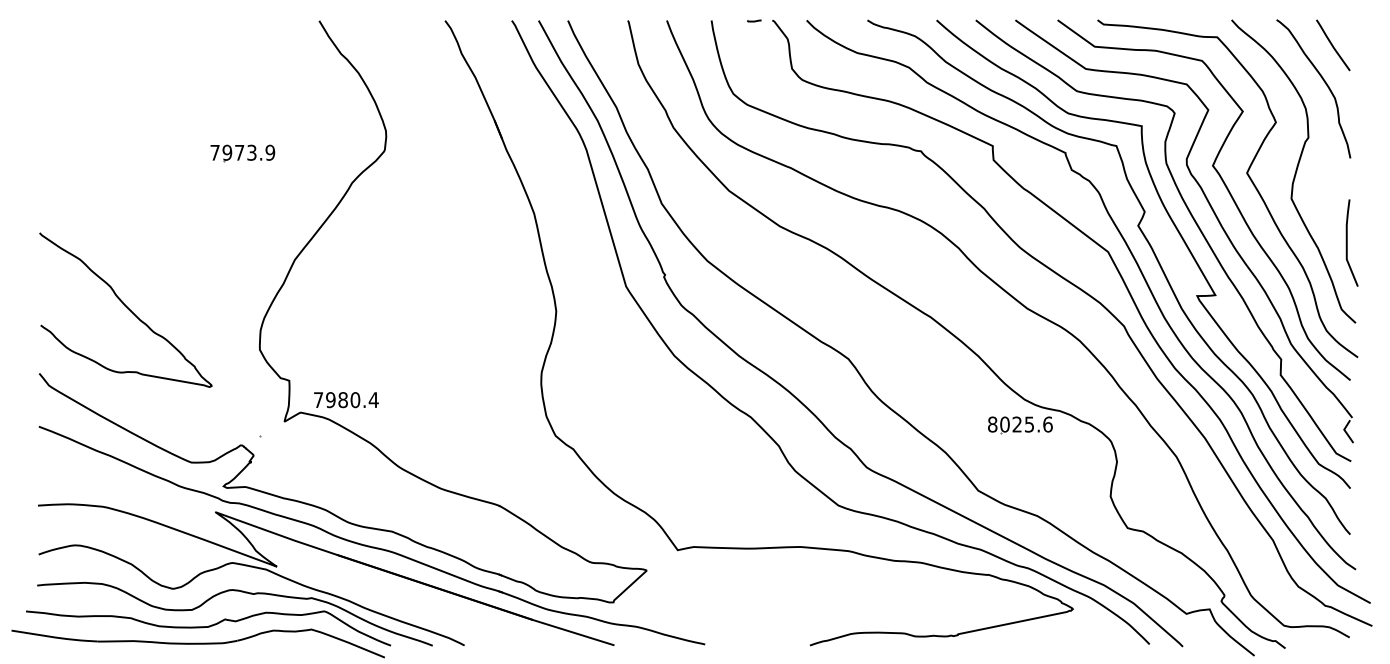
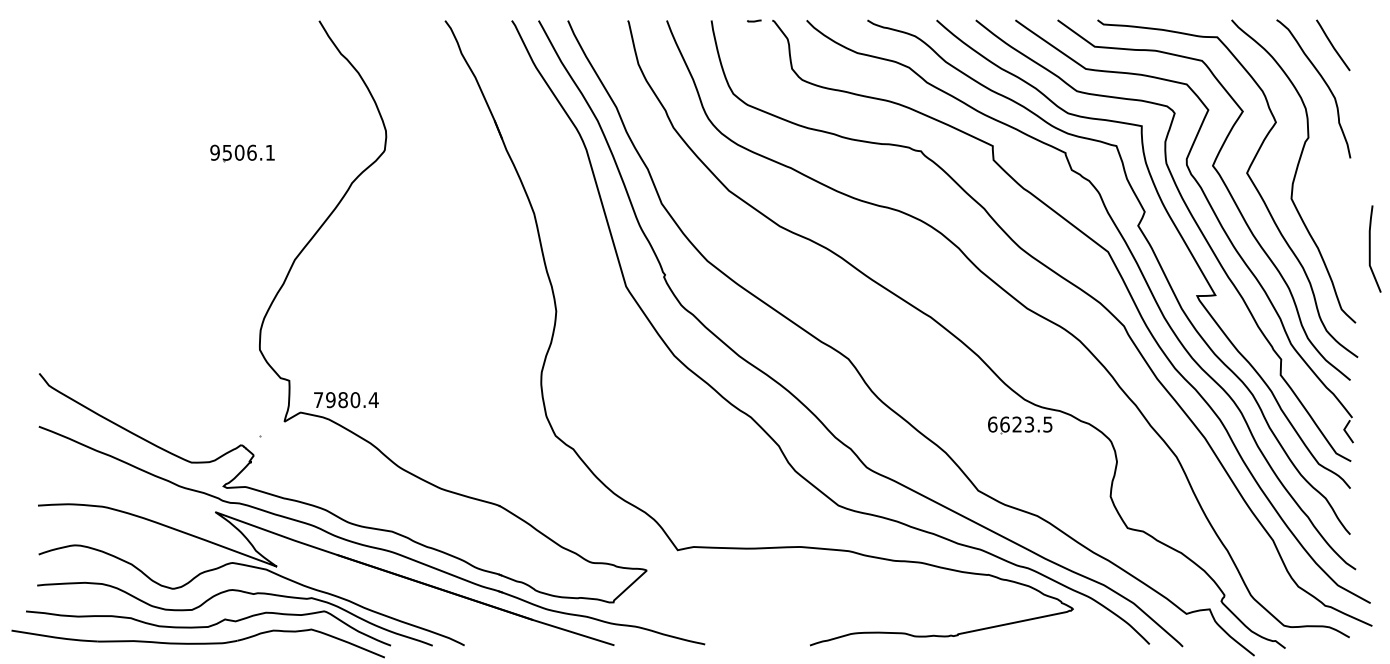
text at (242, 152): 7973.9 -> 9506.1
curve at (1347, 242) position: (1347, 242) -> (1370, 248)
curve at (126, 308): present -> none
text at (1020, 424): 8025.6 -> 6623.5
